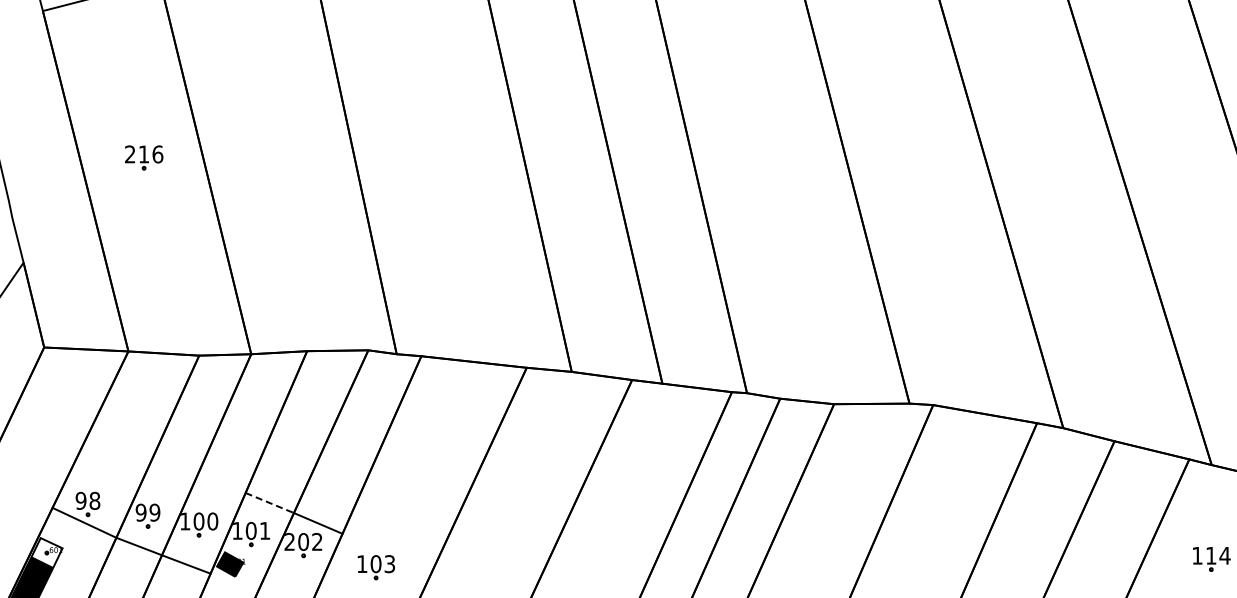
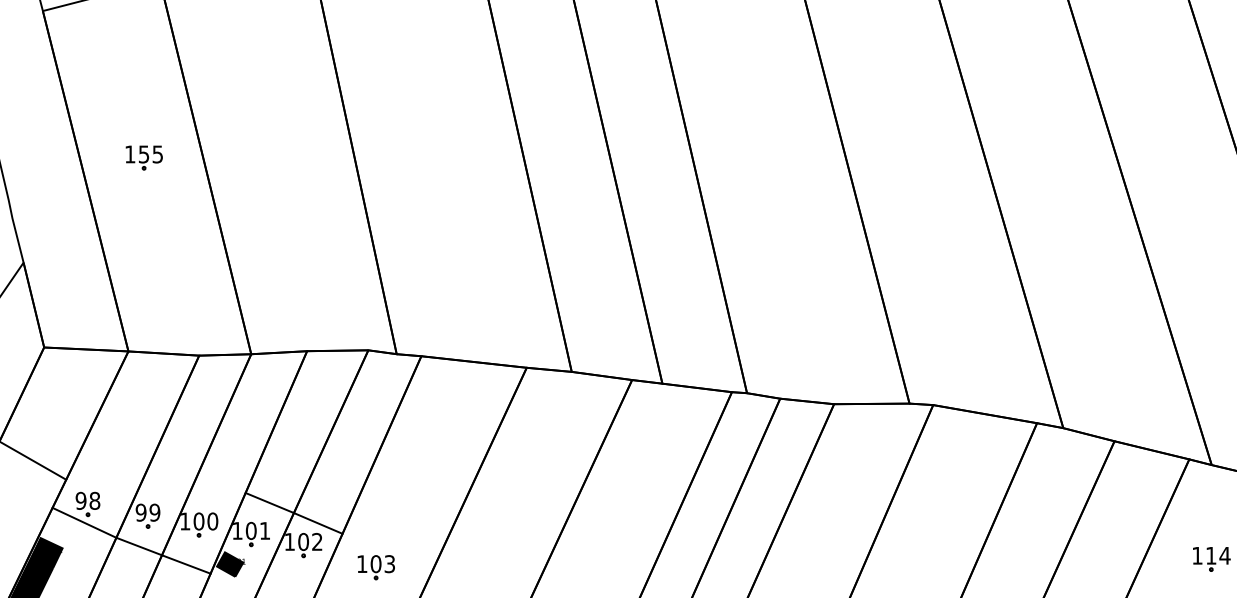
text at (144, 154): 216 -> 155
line at (34, 461): none -> present
line at (270, 503): dashed -> solid
text at (289, 541): 202 -> 102
fill at (46, 553): none -> present
